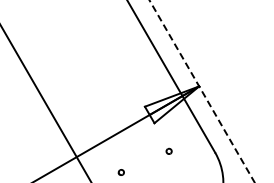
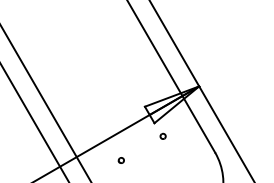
line at (202, 91): dashed -> solid
line at (34, 122): none -> present
part at (168, 150) position: (168, 150) -> (162, 135)
part at (120, 172) position: (120, 172) -> (120, 160)
